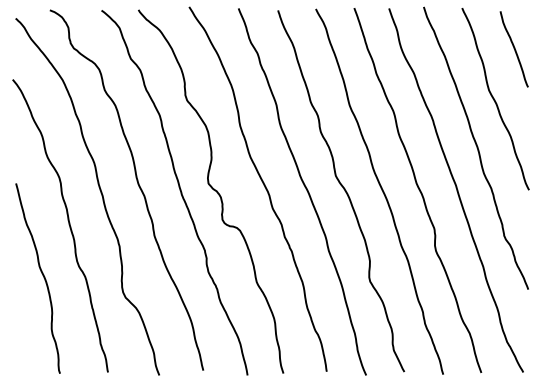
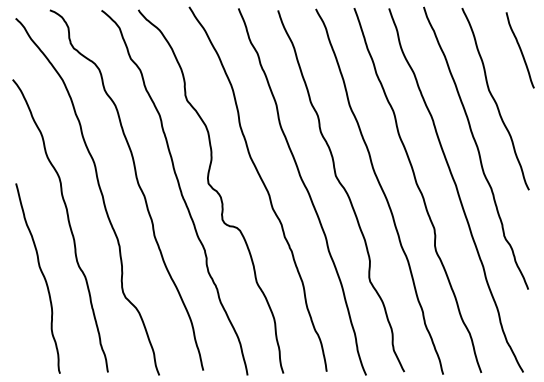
curve at (513, 48) position: (513, 48) -> (519, 49)
